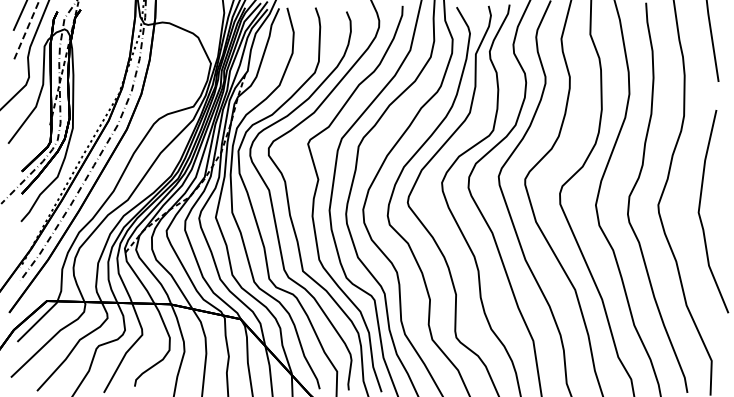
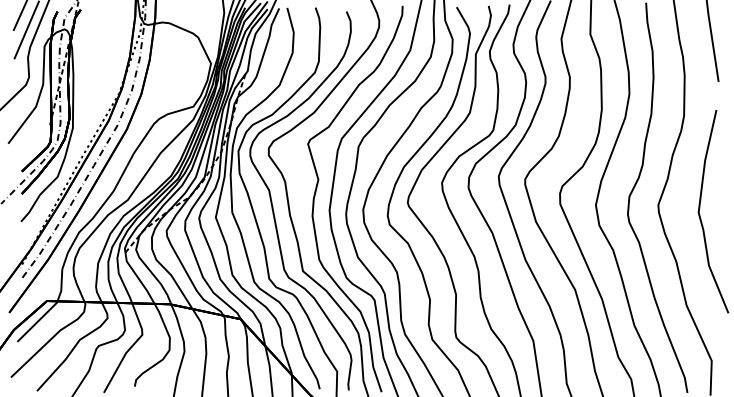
line at (26, 30): dashed -> solid
